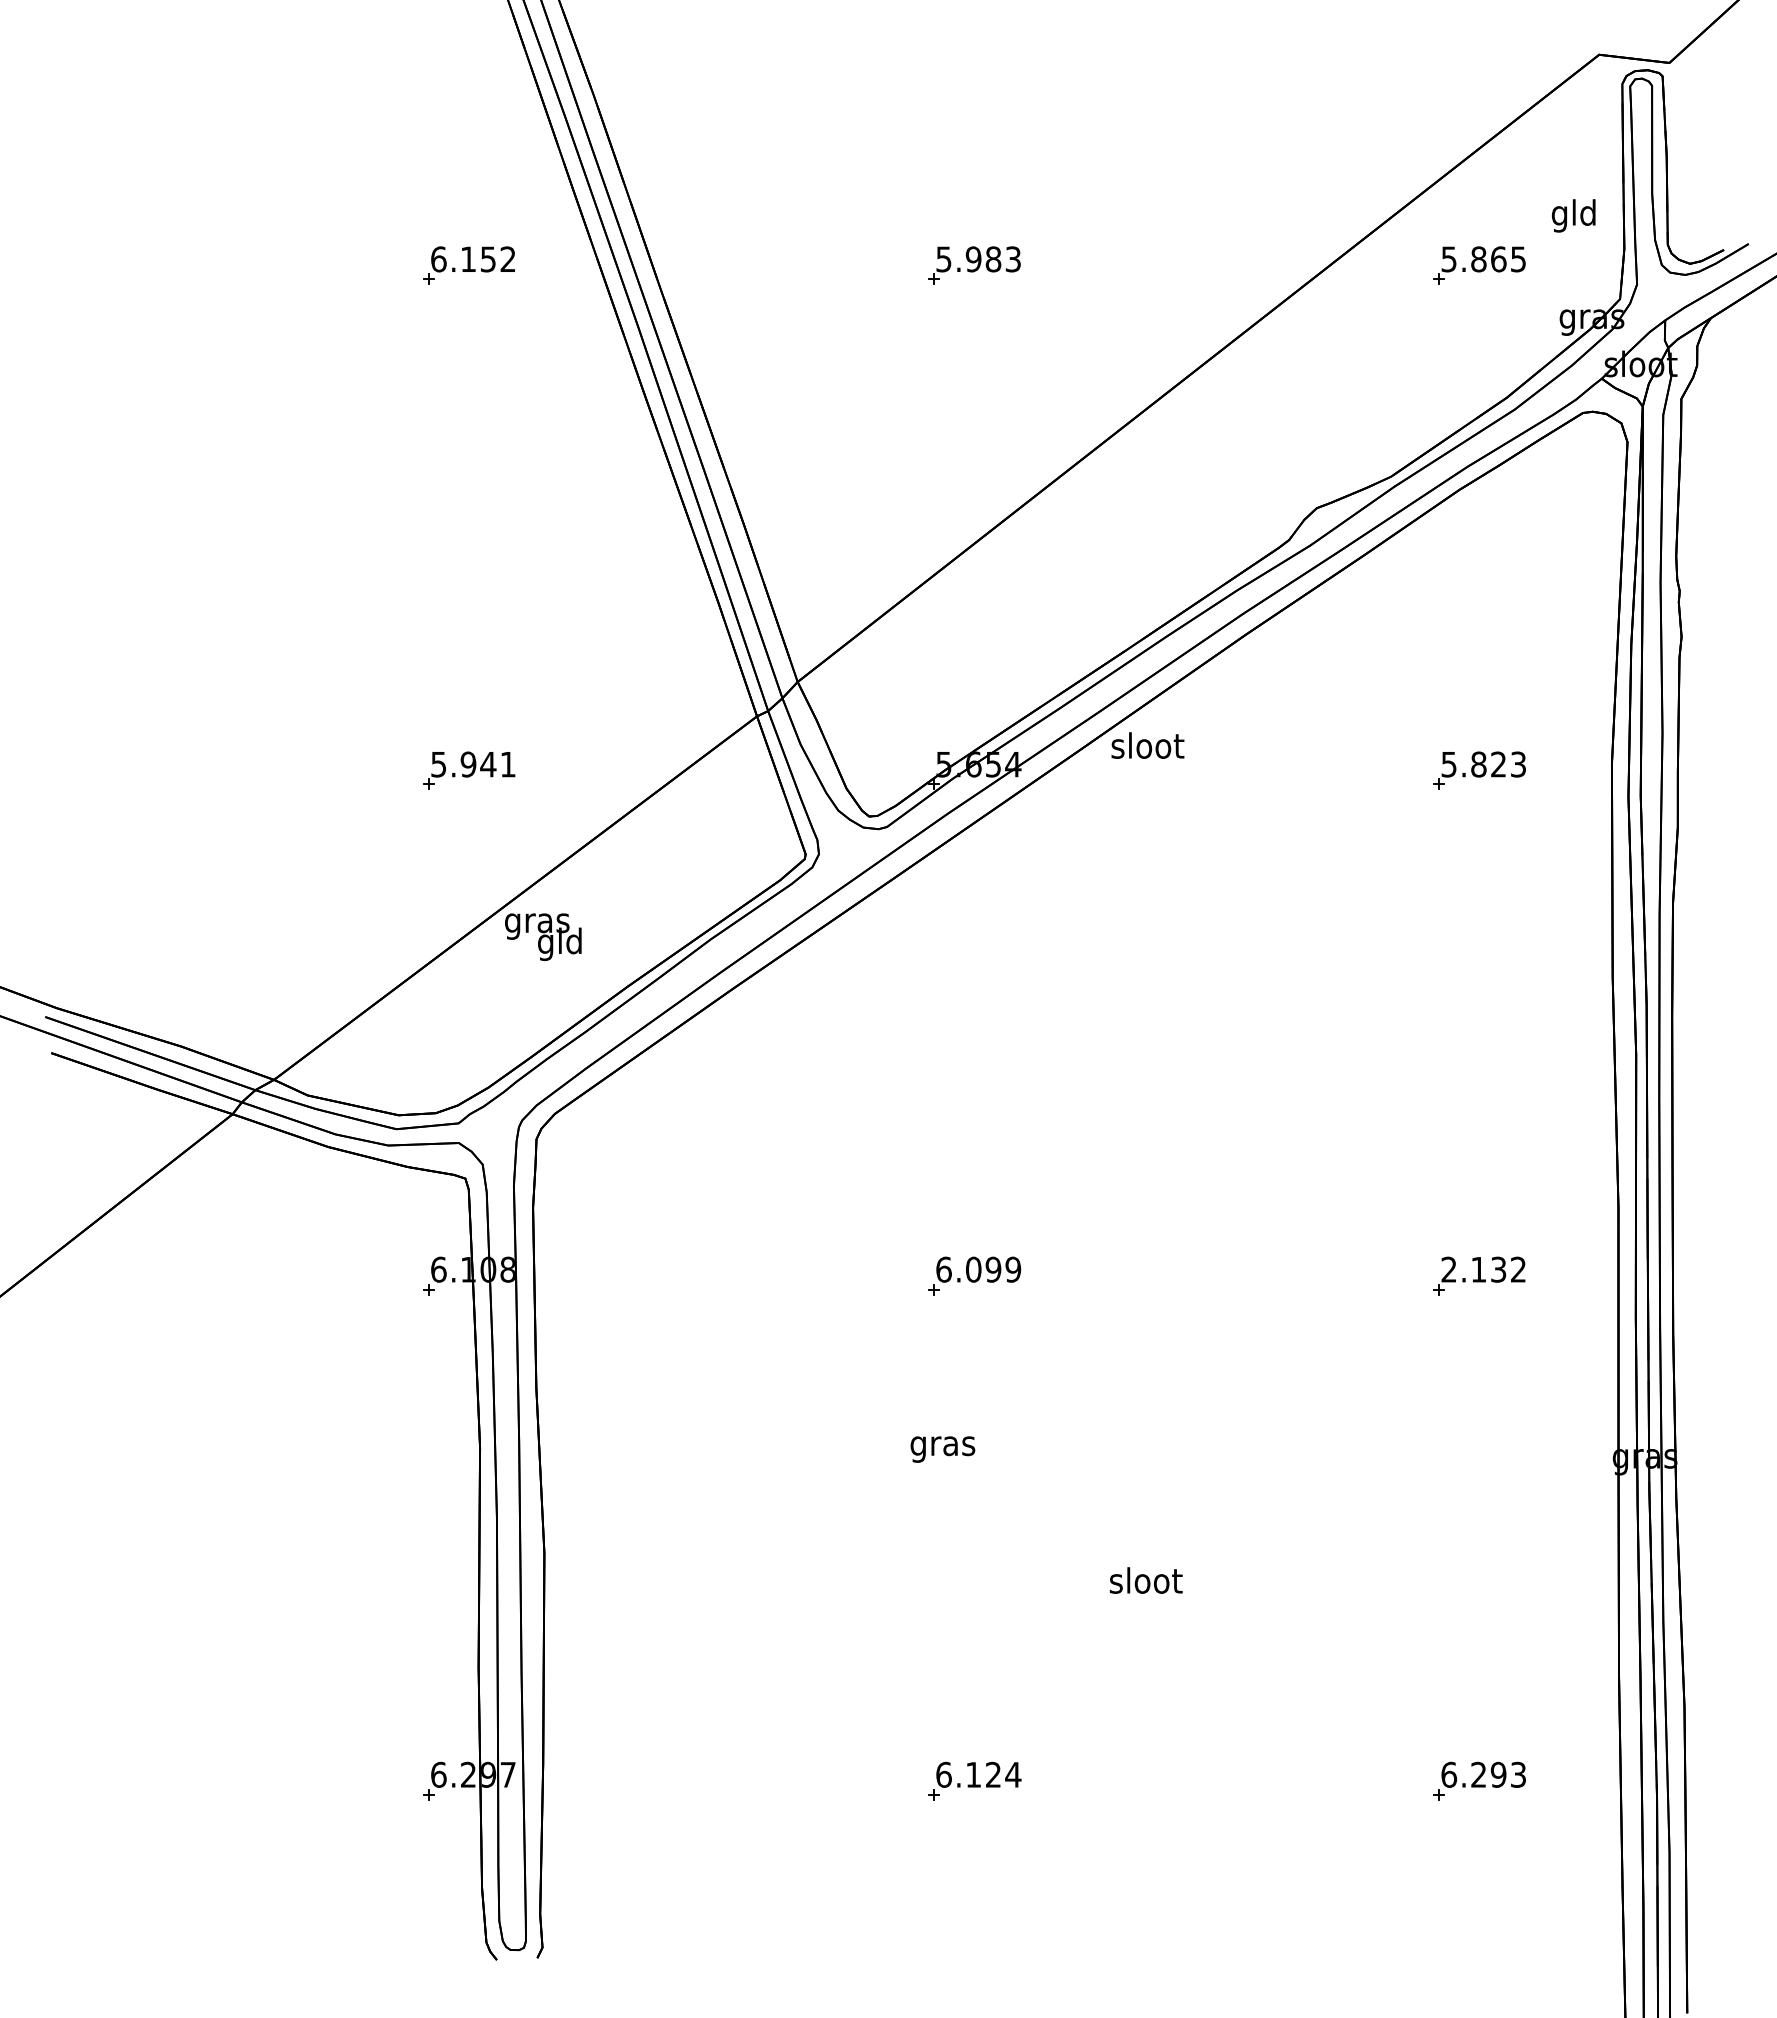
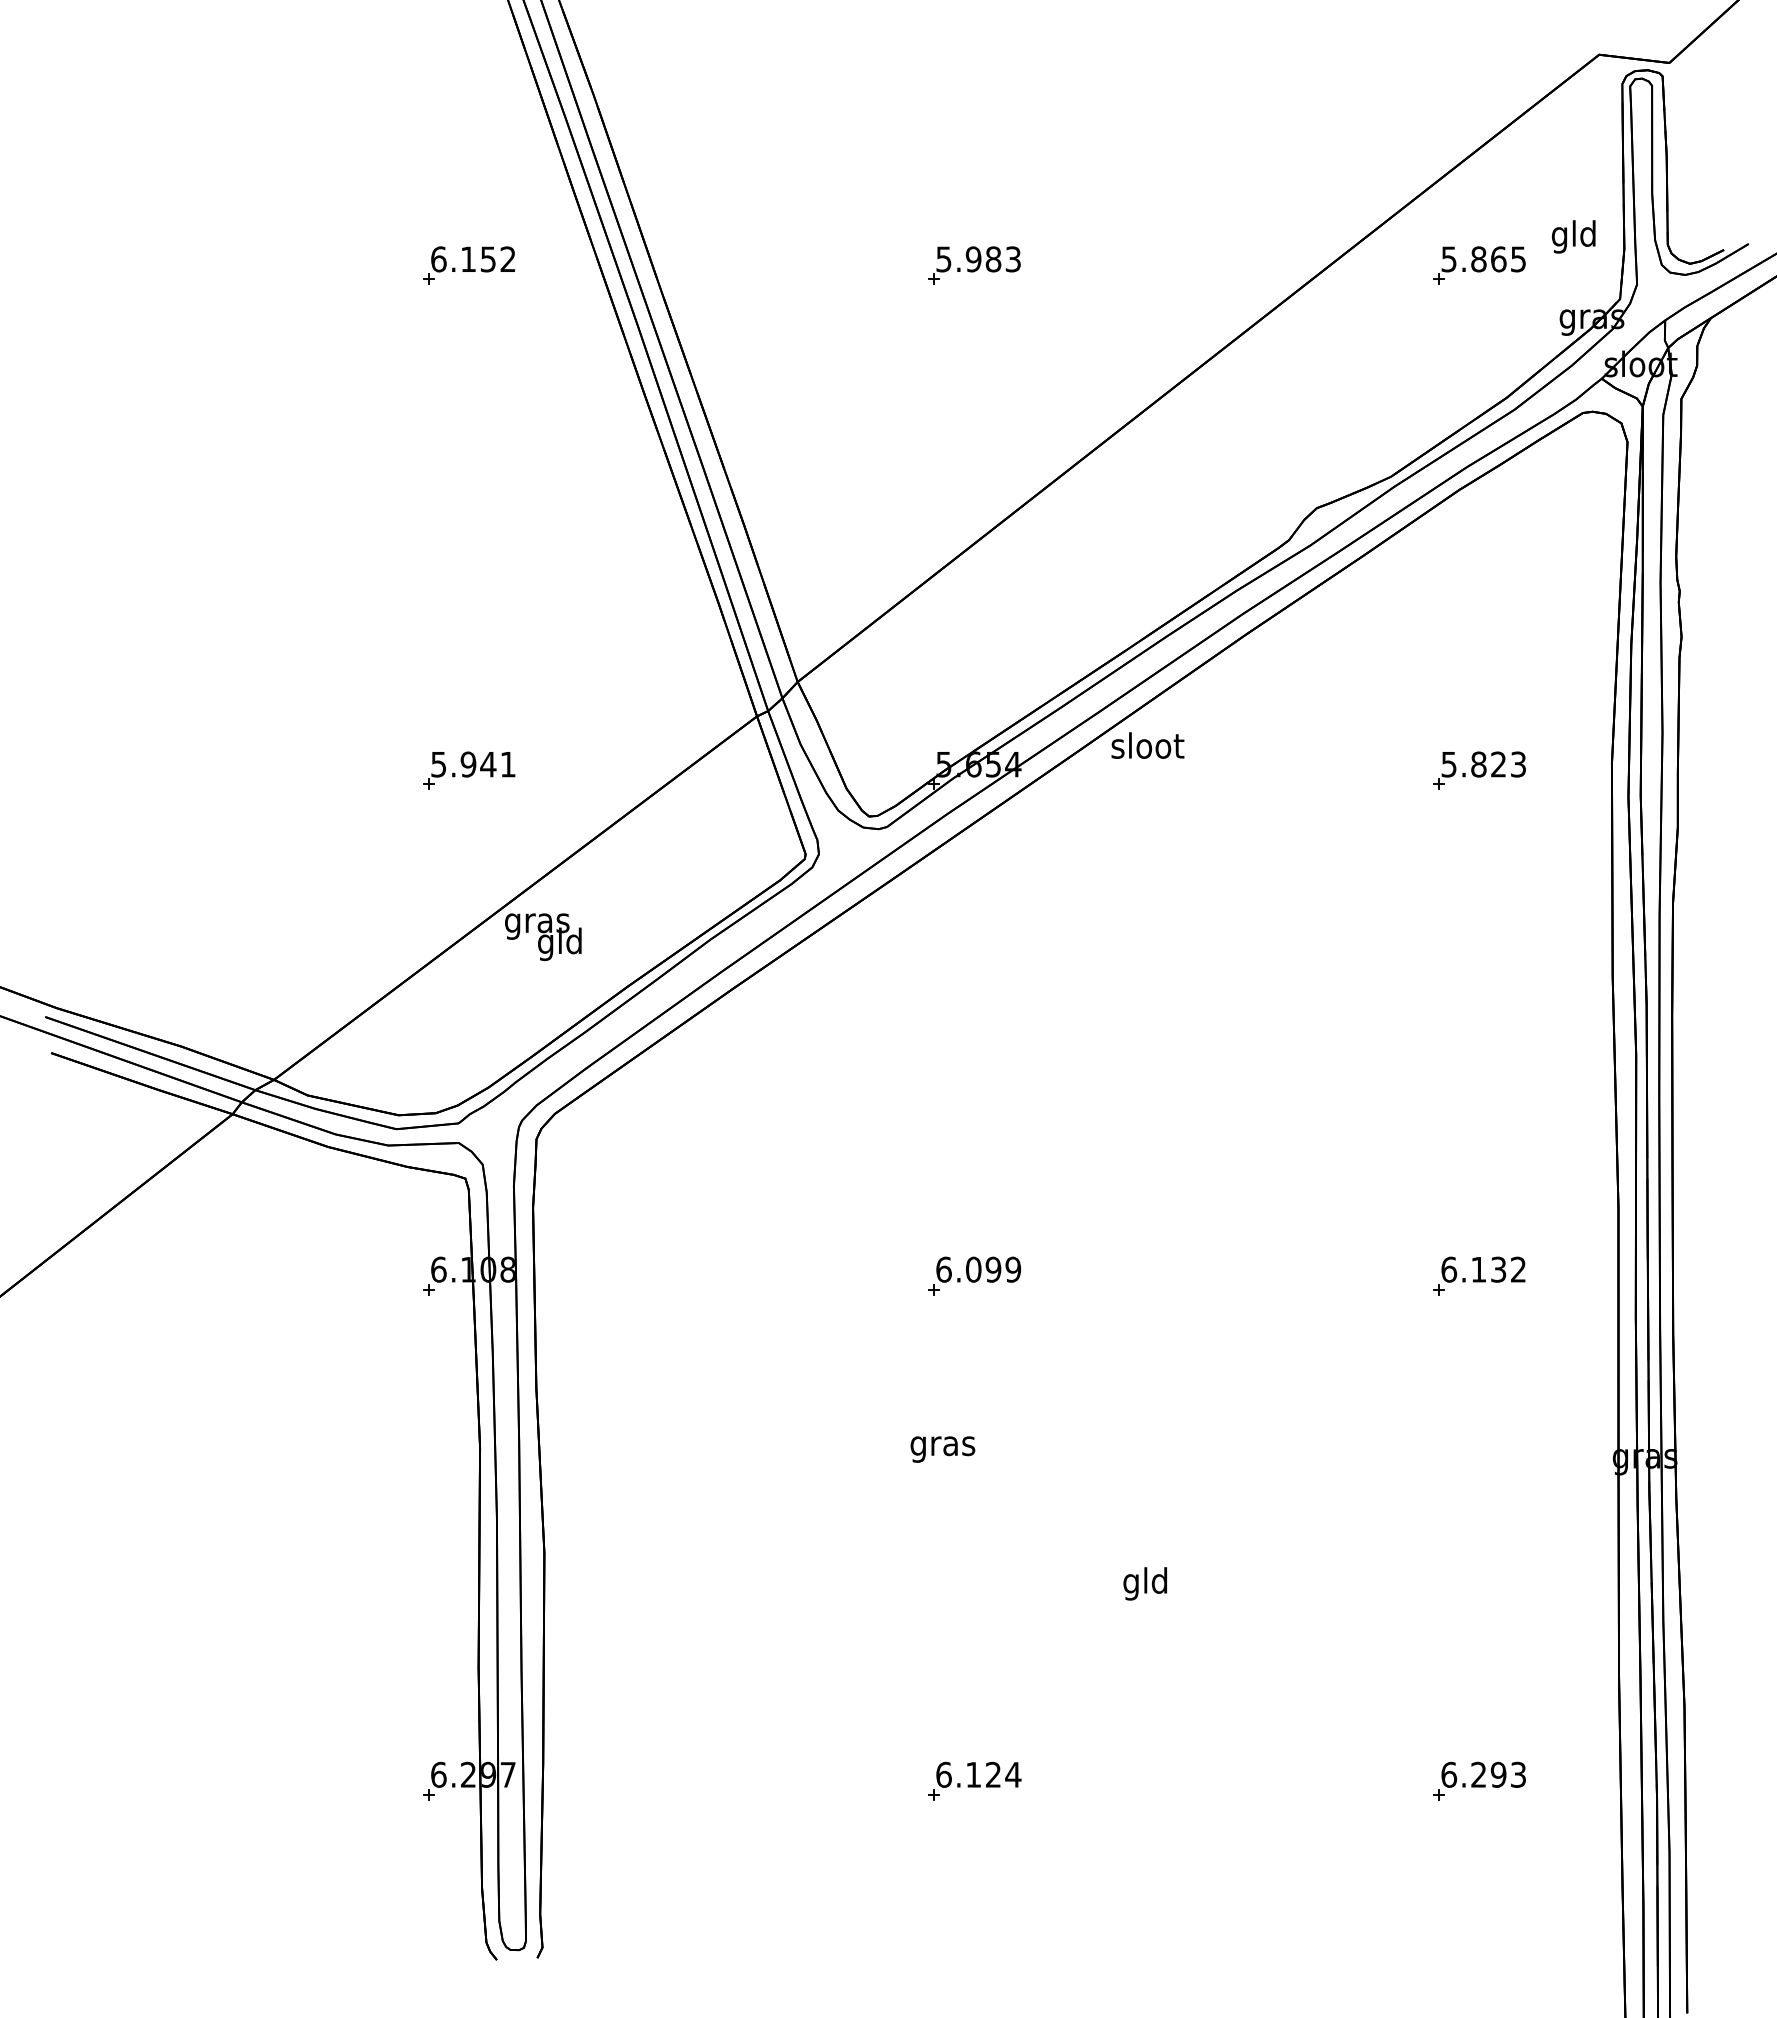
text at (1573, 215) position: (1573, 215) -> (1573, 236)
text at (1449, 1269): 2.132 -> 6.132
text at (1145, 1583): sloot -> gld
